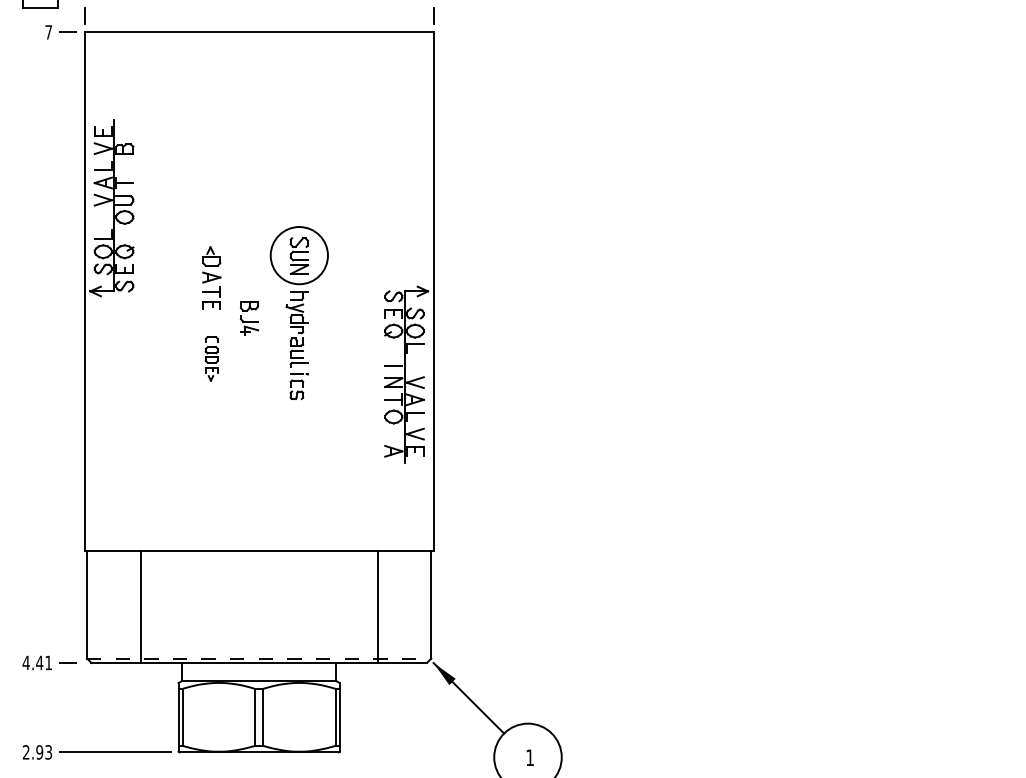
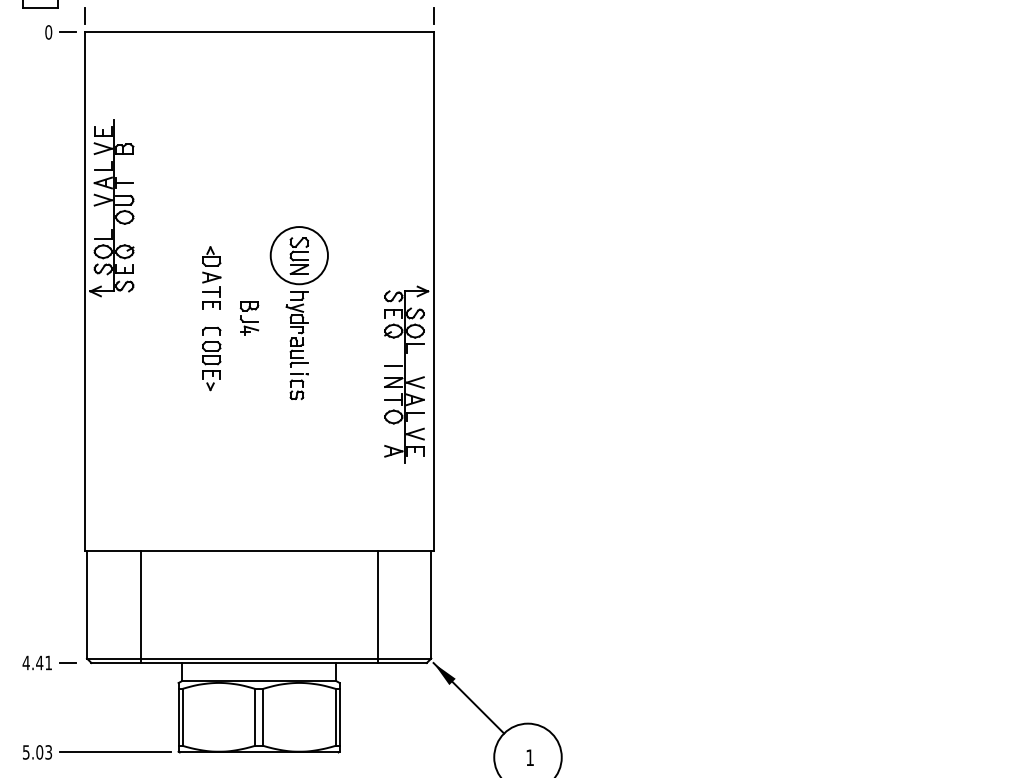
text at (48, 32): 7 -> 0
part at (211, 358) size: 15x46 px -> 20x66 px
line at (259, 658): dashed -> solid
text at (33, 752): 2.93 -> 5.03
